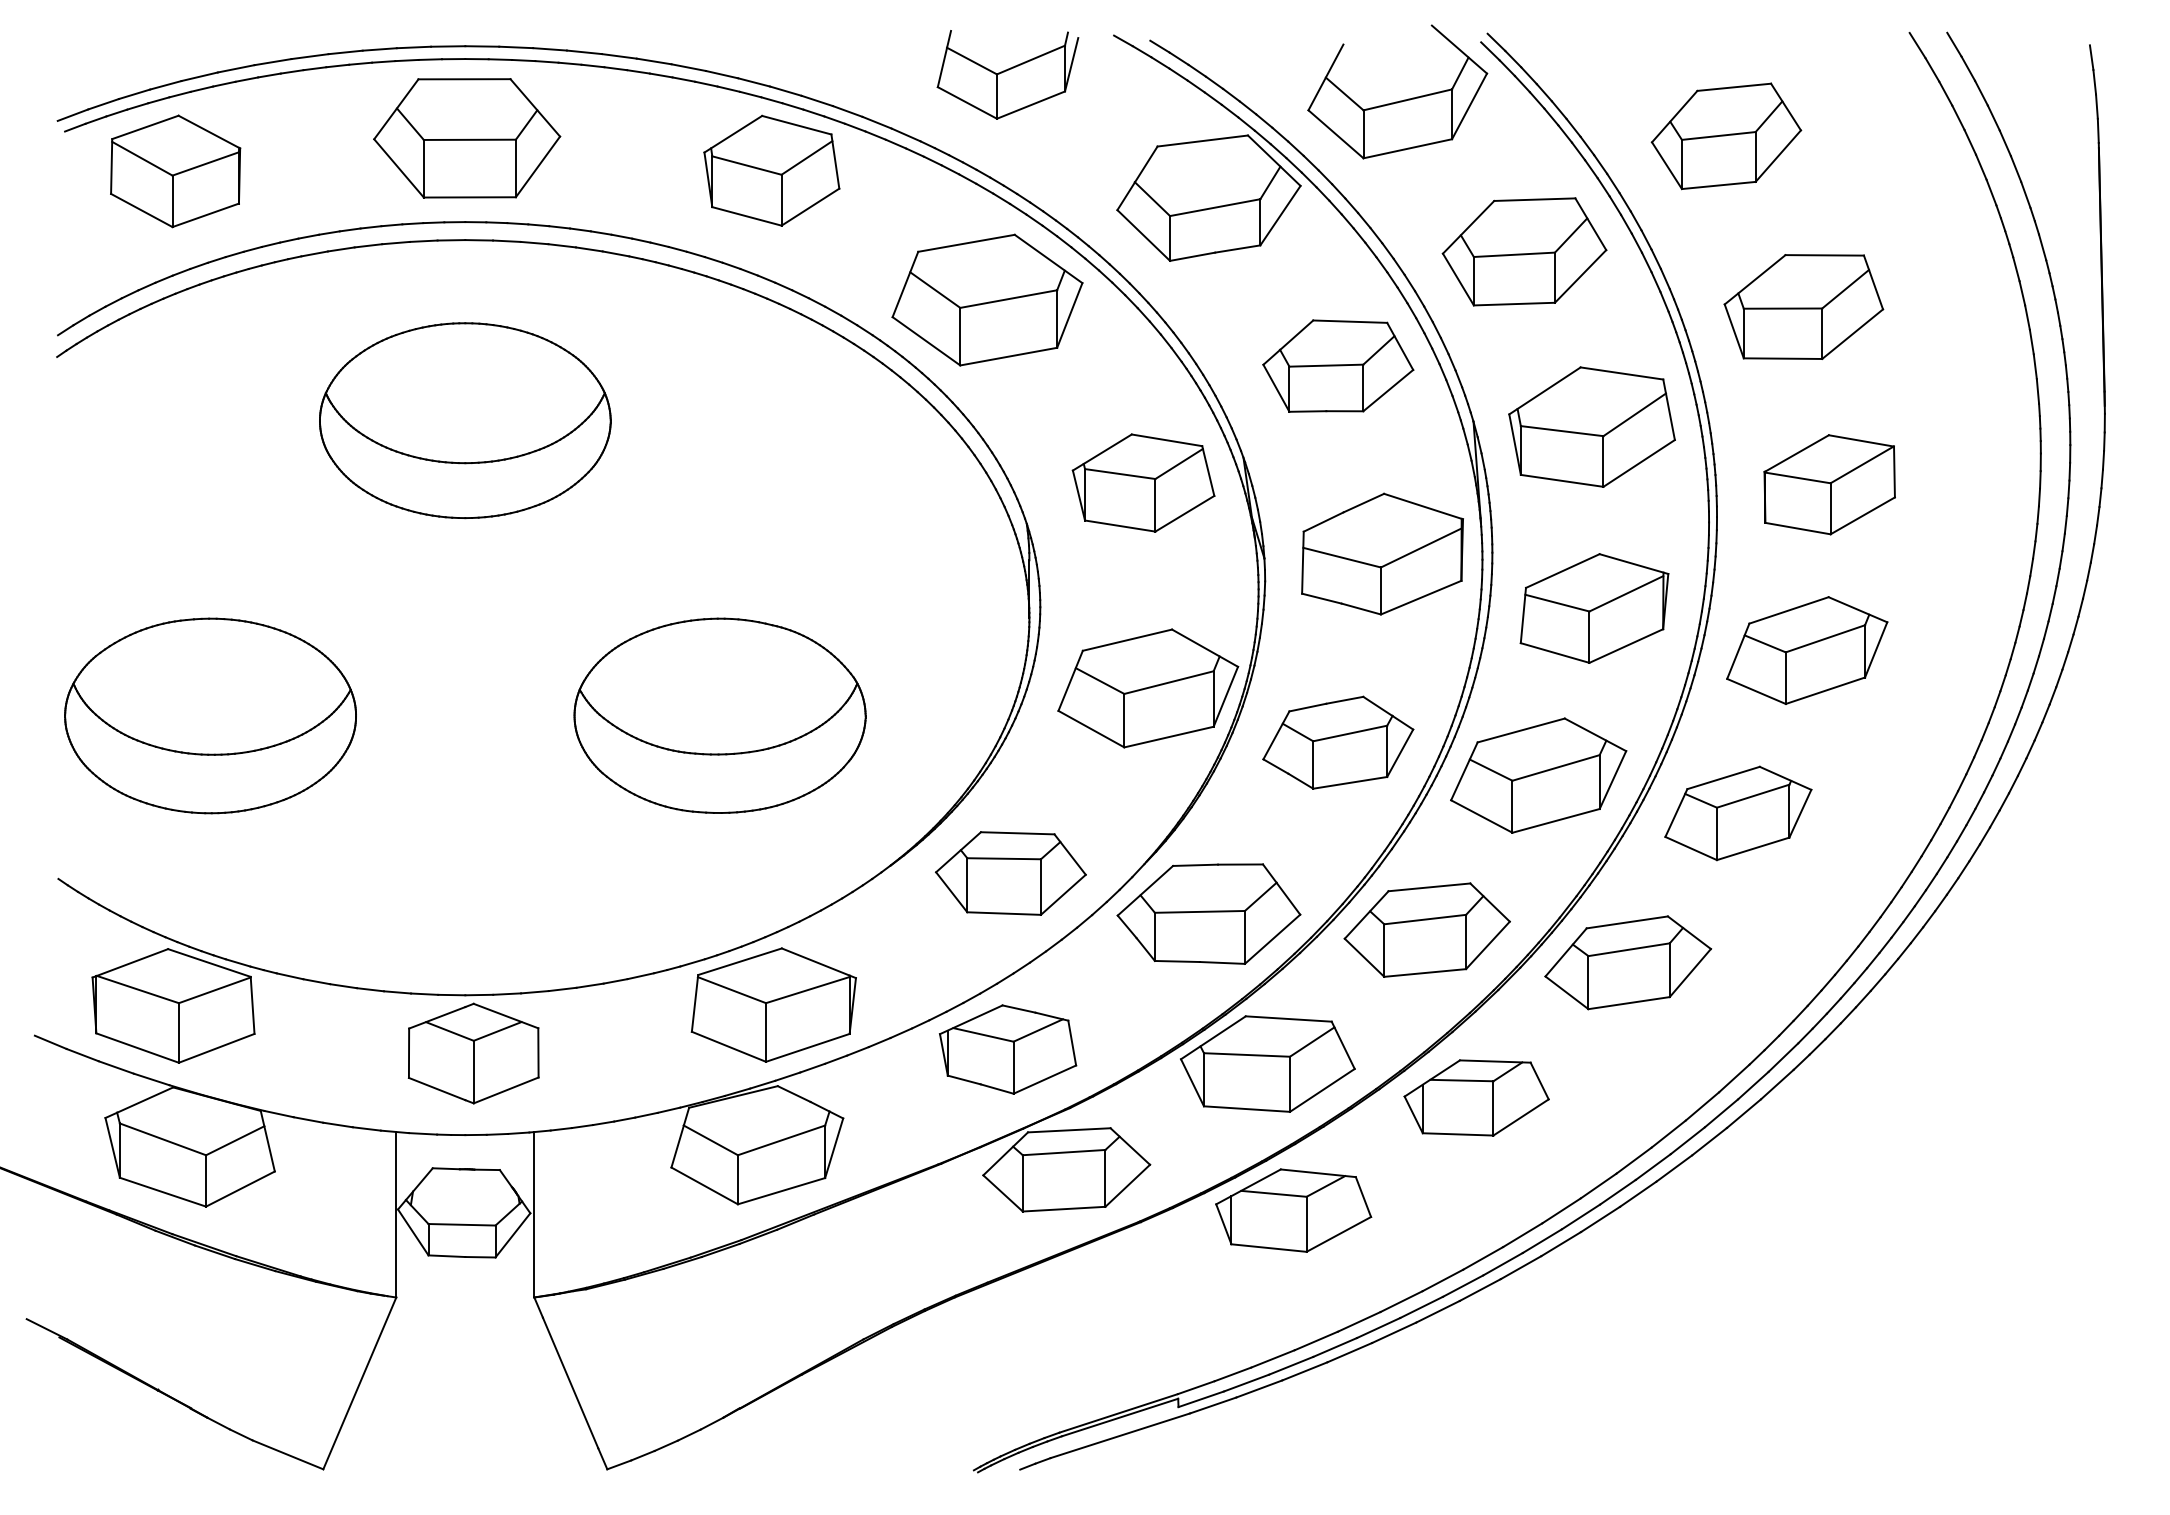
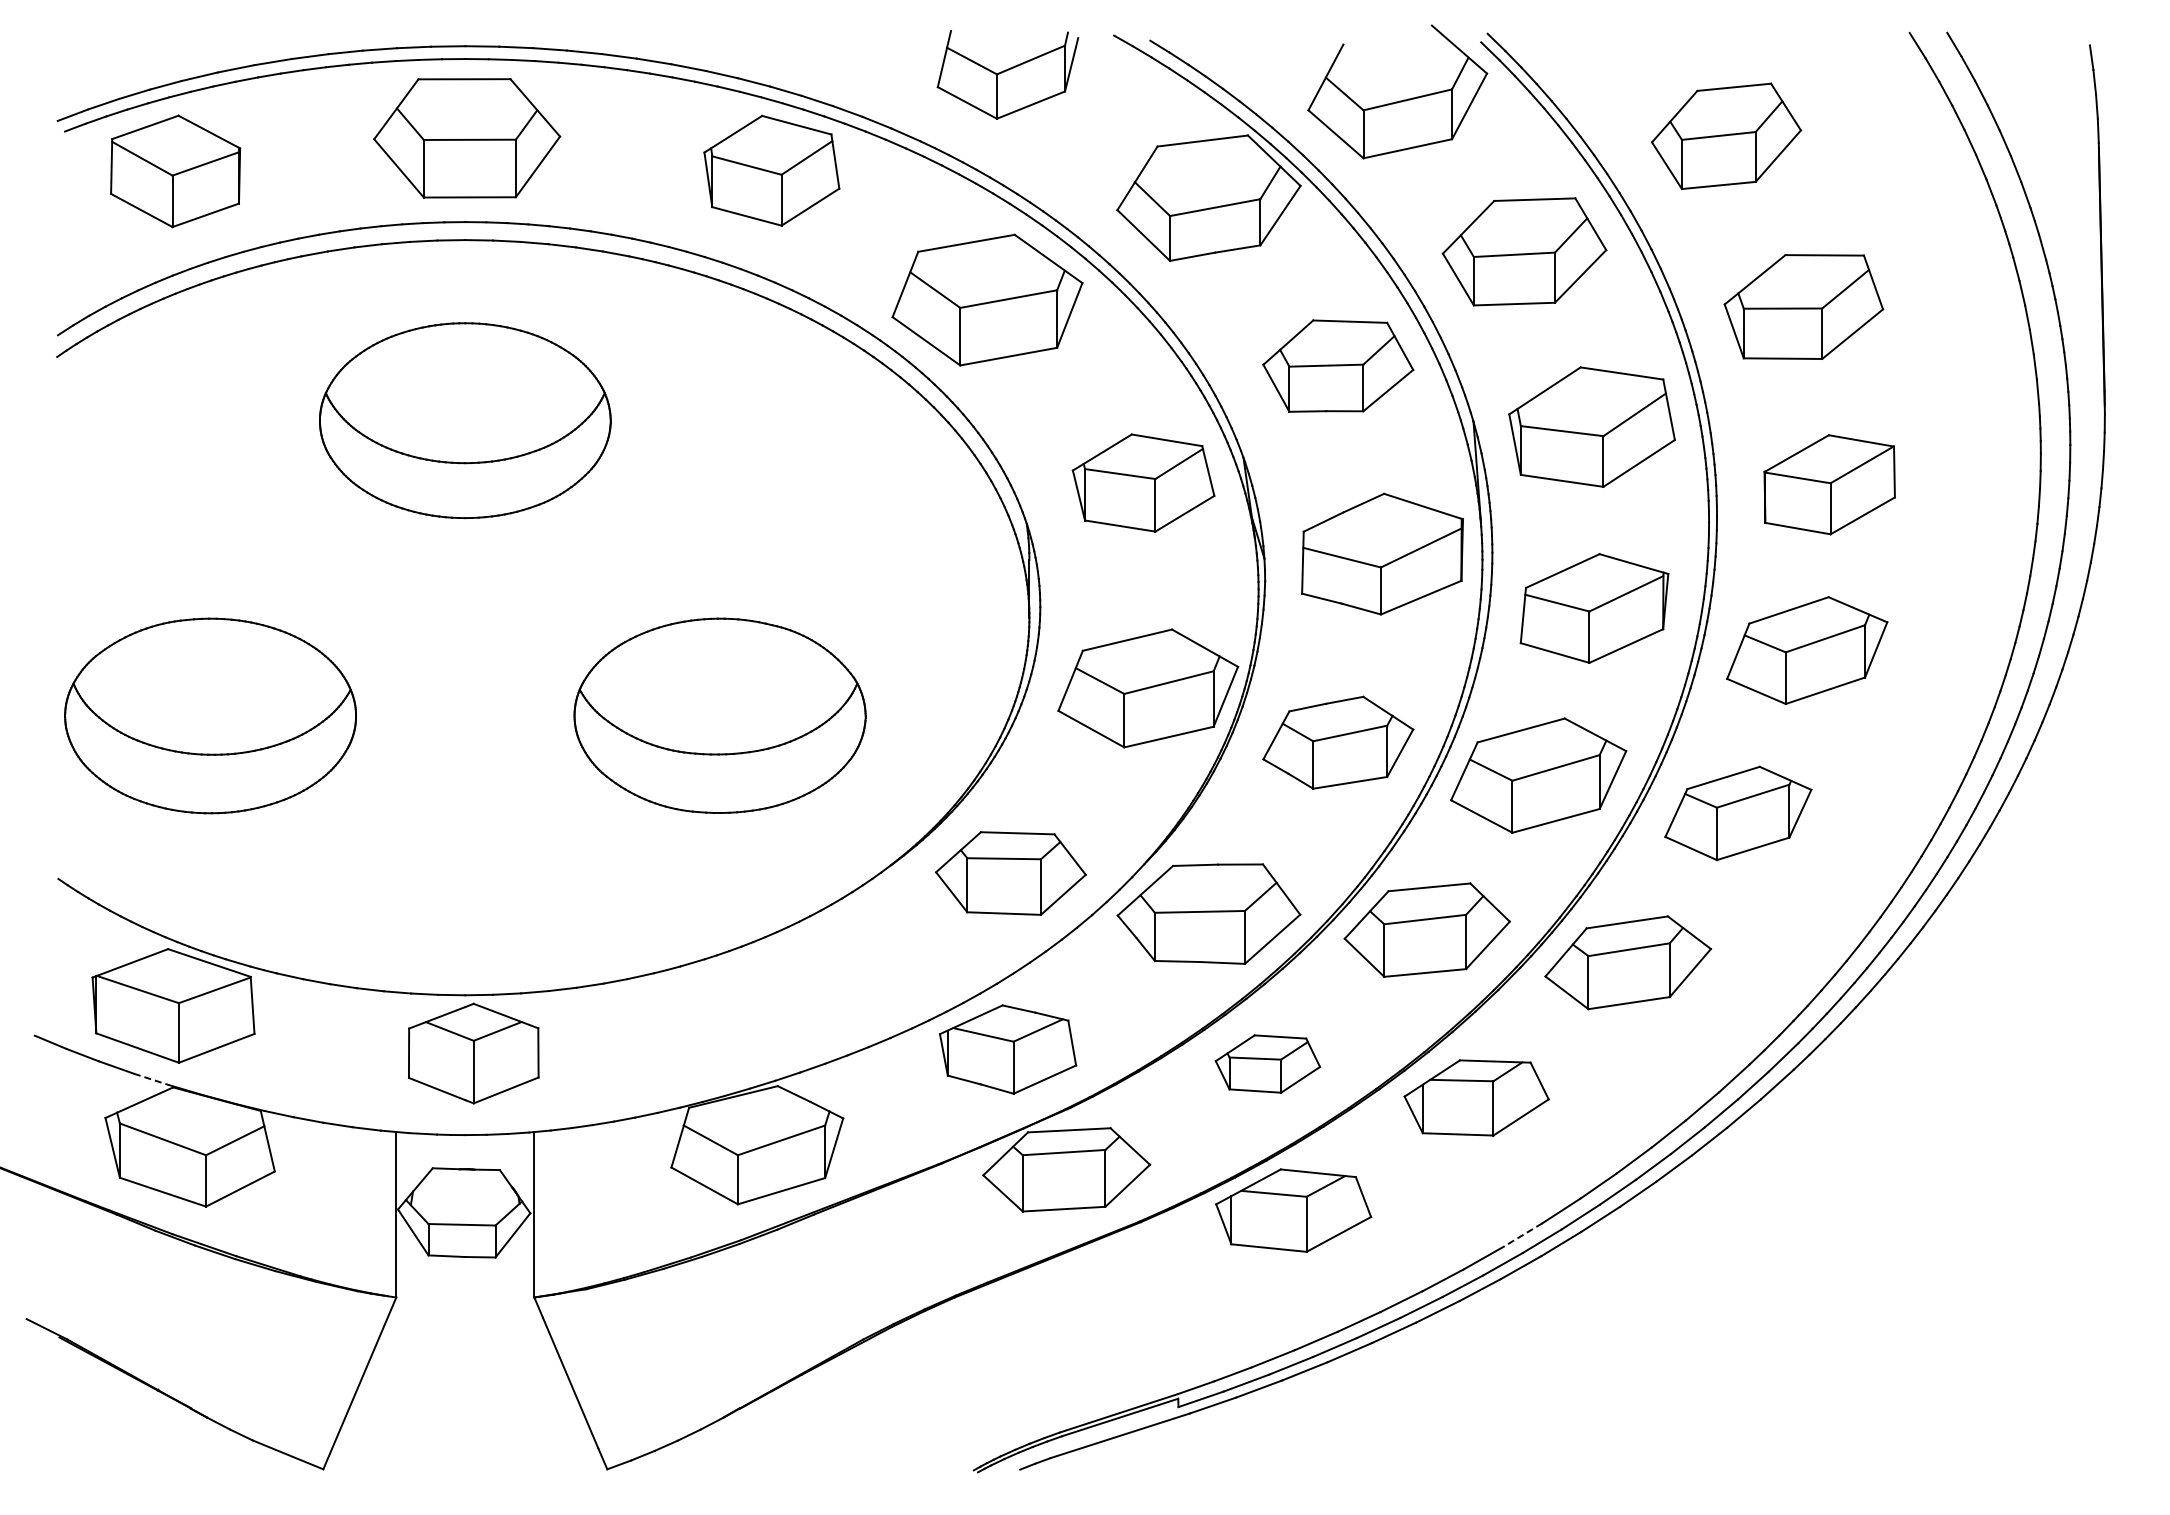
part at (773, 1004): present -> none
part at (1267, 1063) size: 176x98 px -> 108x60 px
line at (151, 1079): solid -> dashed
line at (1522, 1235): solid -> dashed
